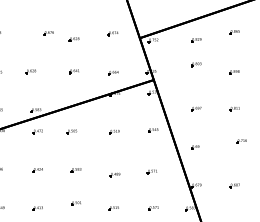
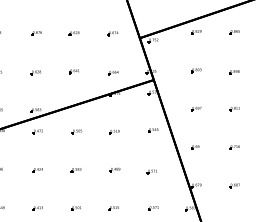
part at (48, 33) position: (48, 33) -> (36, 33)
part at (73, 39) position: (73, 39) -> (73, 33)
part at (196, 40) position: (196, 40) -> (196, 32)
part at (196, 64) position: (196, 64) -> (196, 70)
part at (30, 71) position: (30, 71) -> (35, 72)
part at (71, 131) position: (71, 131) -> (76, 131)
part at (241, 141) position: (241, 141) -> (234, 147)
part at (114, 174) position: (114, 174) -> (114, 169)
part at (75, 203) position: (75, 203) -> (75, 208)
